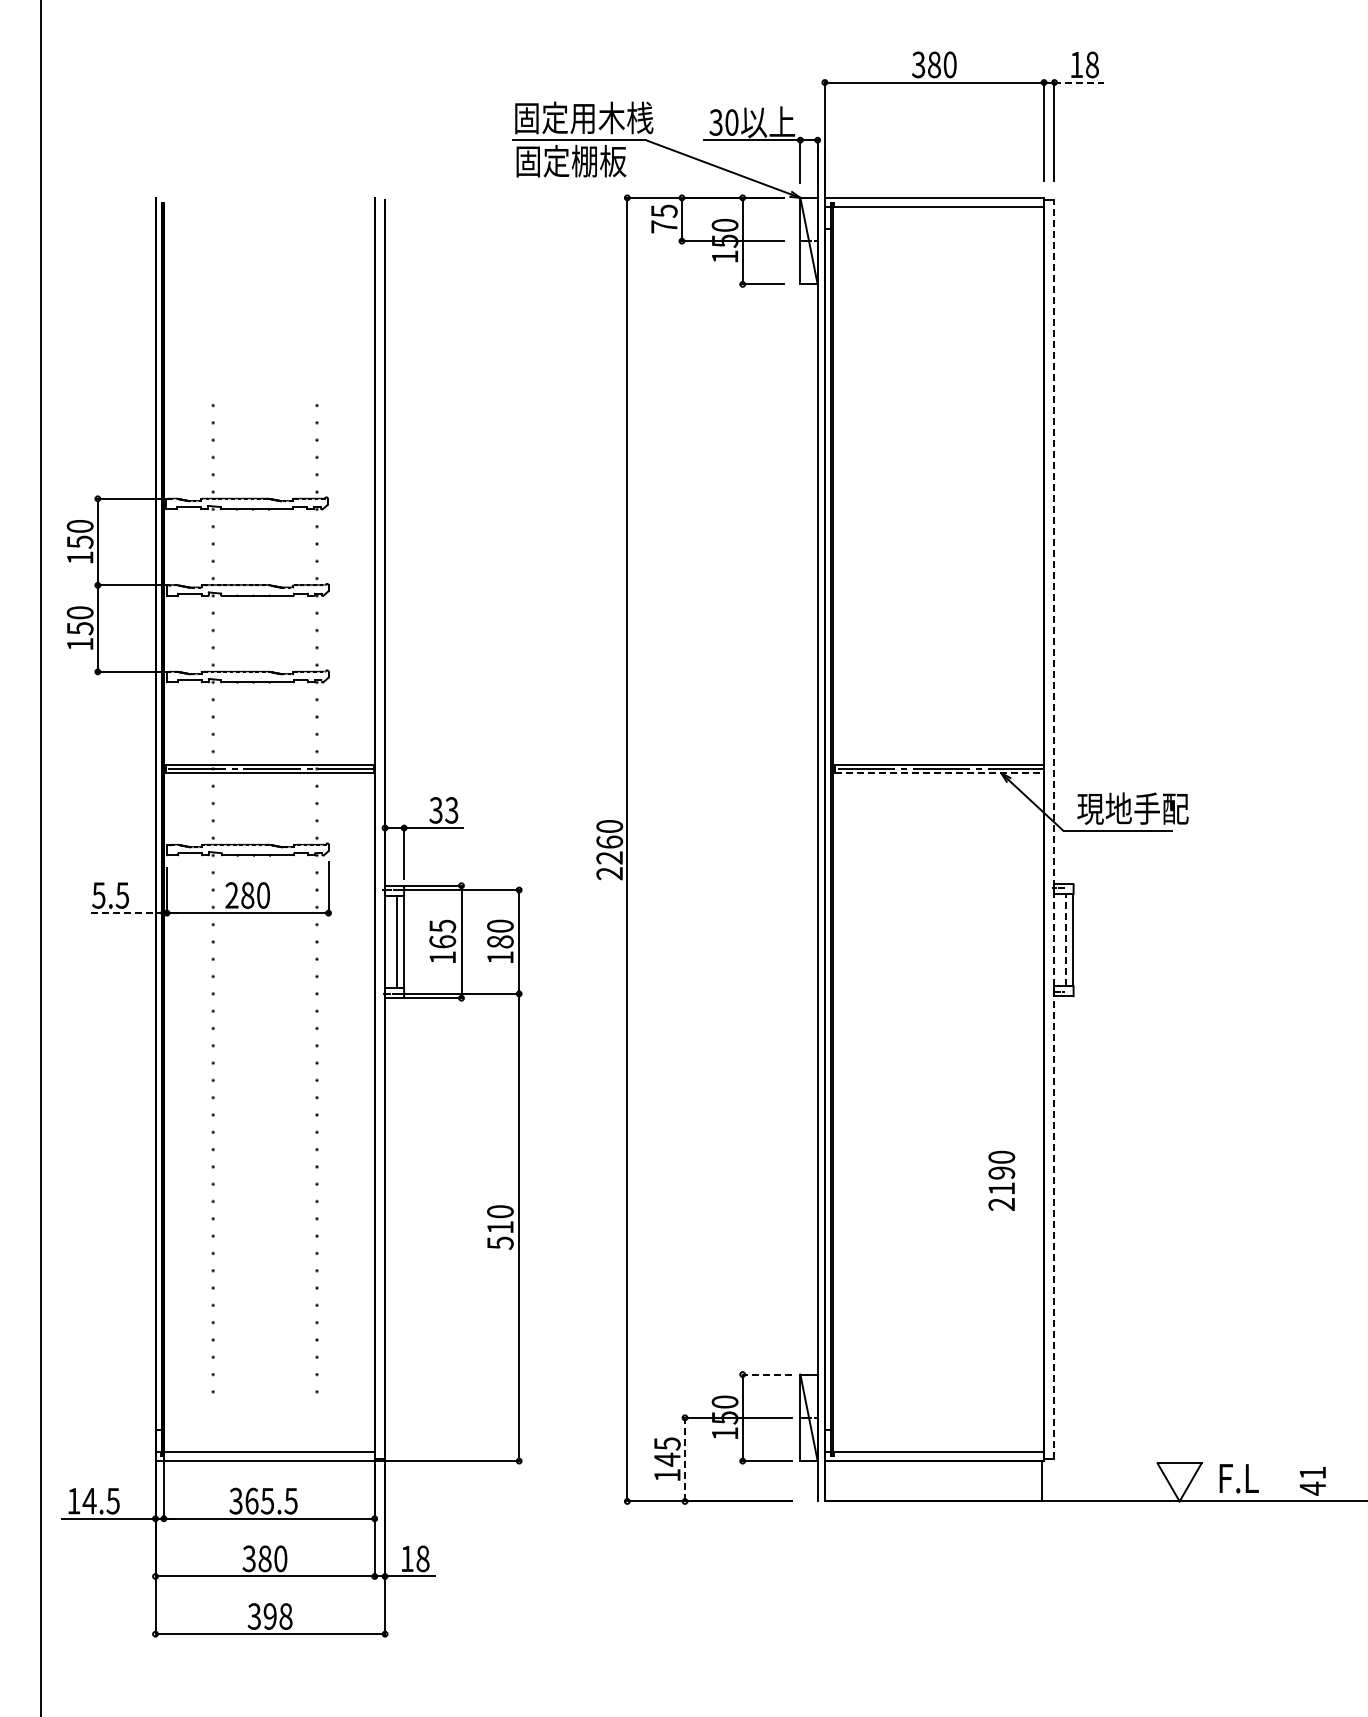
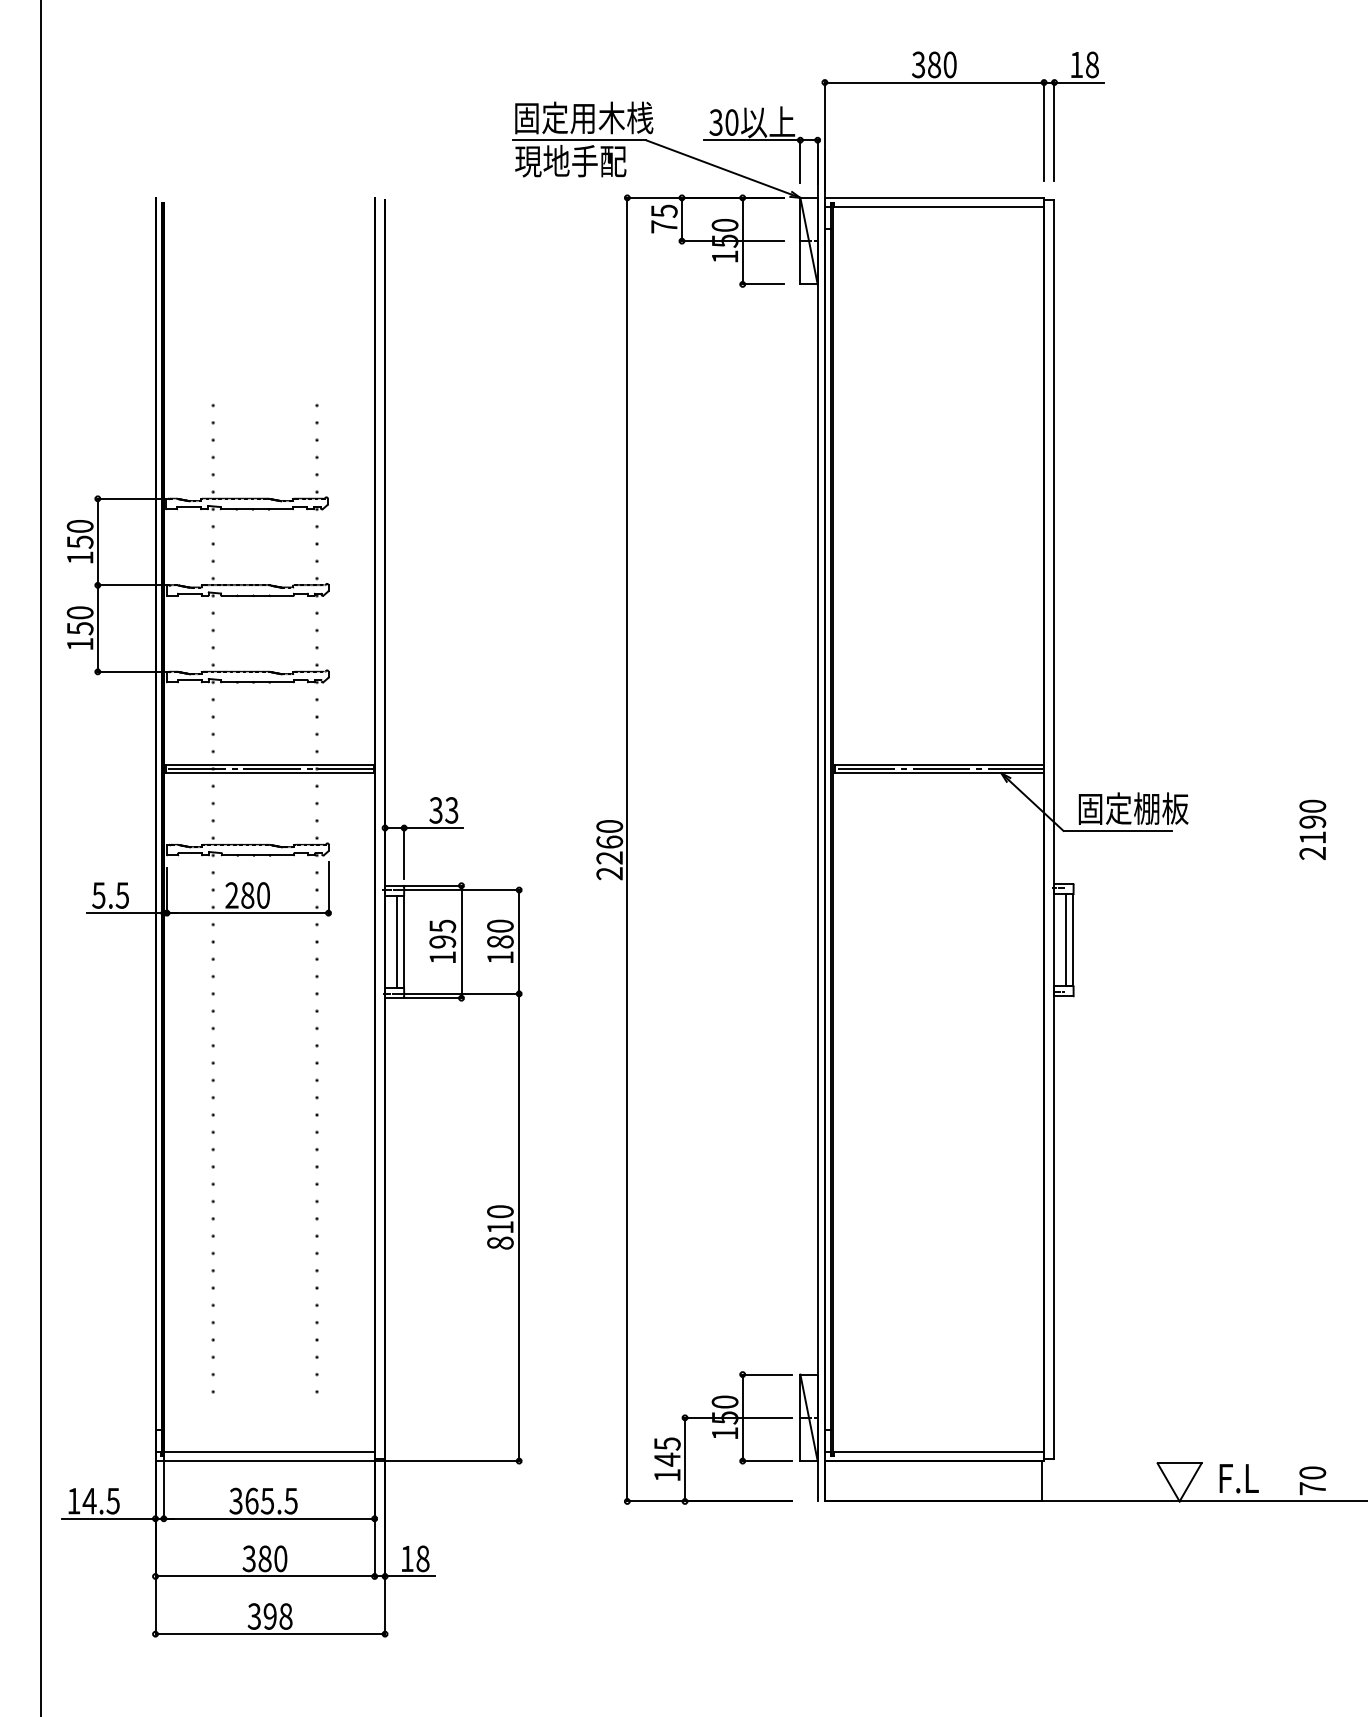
line at (1079, 82): dashed -> solid
text at (570, 160): 固定棚板 -> 現地手配
line at (940, 773): dashed -> solid
text at (1132, 808): 現地手配 -> 固定棚板
line at (1054, 829): dashed -> solid
line at (125, 913): dashed -> solid
line at (1066, 939): dashed -> solid
text at (442, 941): 165 -> 195
text at (1001, 1180) position: (1001, 1180) -> (1312, 829)
text at (500, 1242): 510 -> 810
line at (766, 1374): dashed -> solid
line at (685, 1459): dashed -> solid
text at (1312, 1480): 41 -> 70
